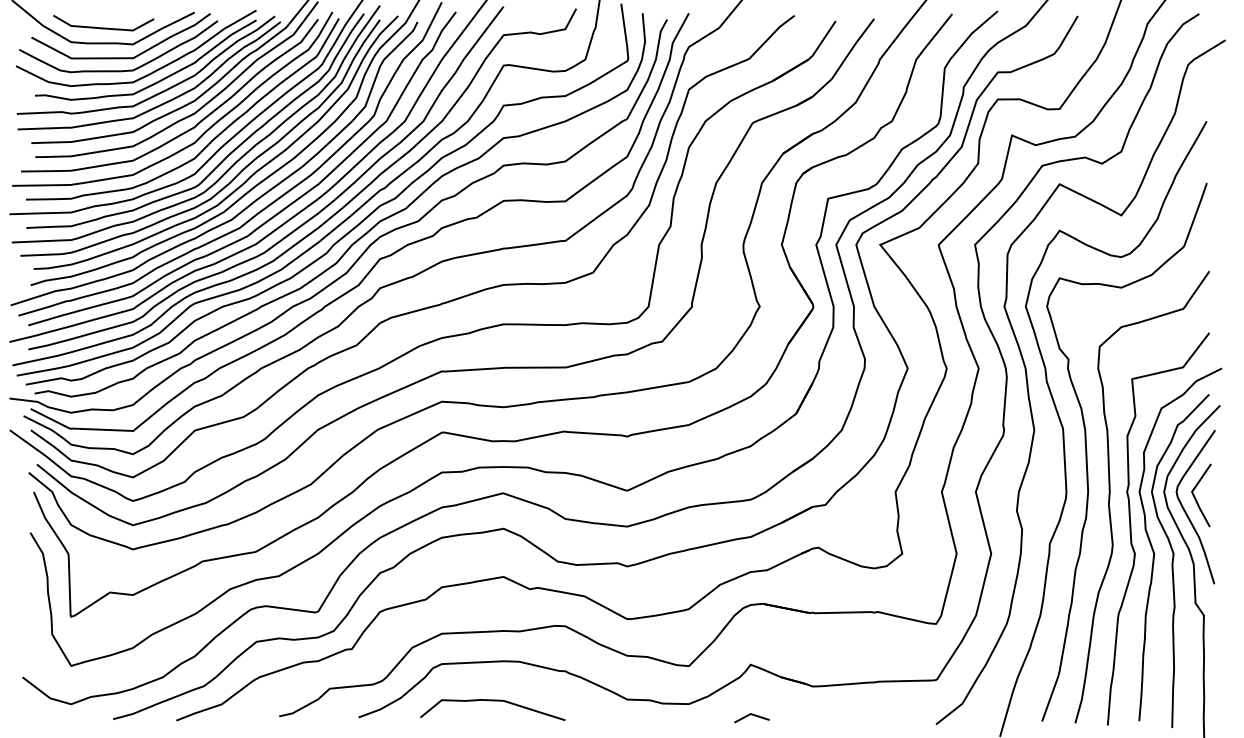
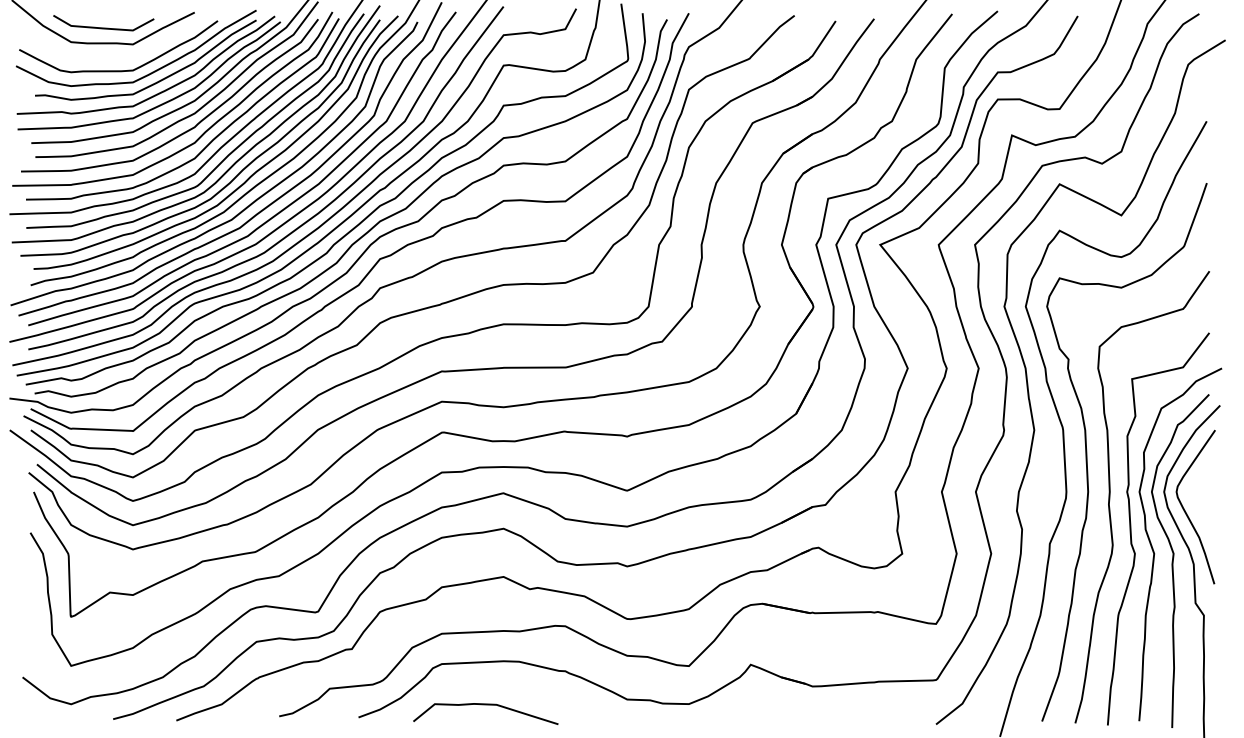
curve at (120, 57): present -> none
line at (1196, 498): present -> none
curve at (492, 701) position: (492, 701) -> (485, 705)
line at (751, 715): present -> none
